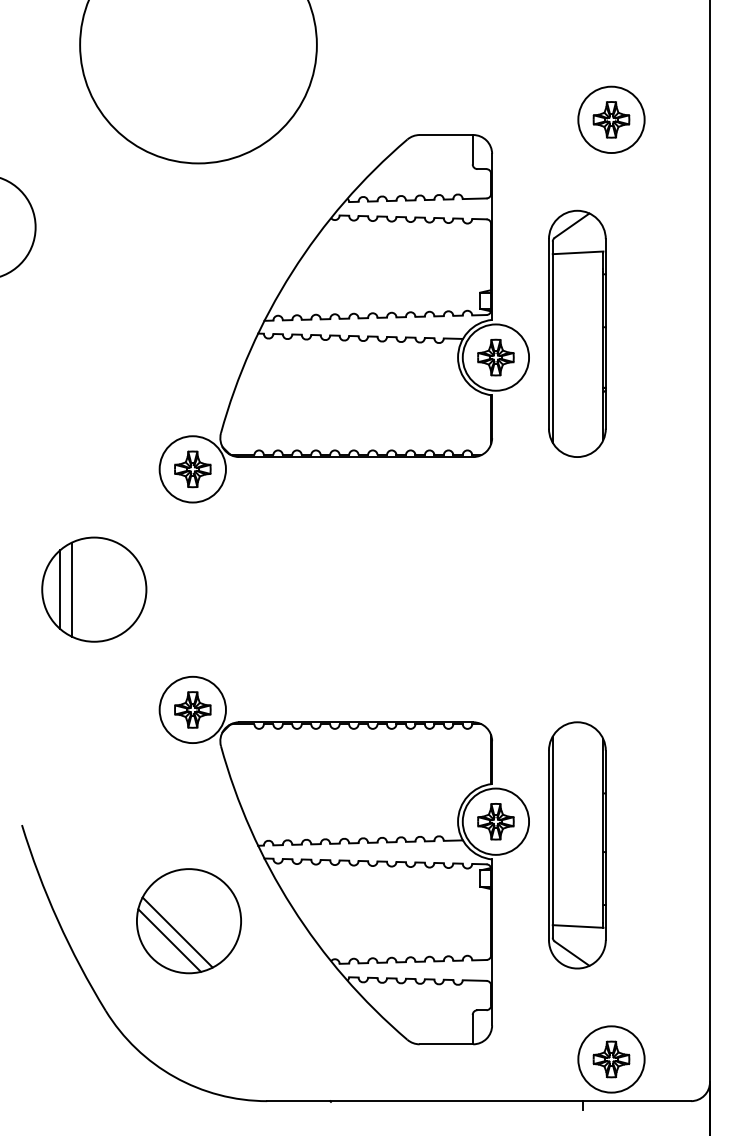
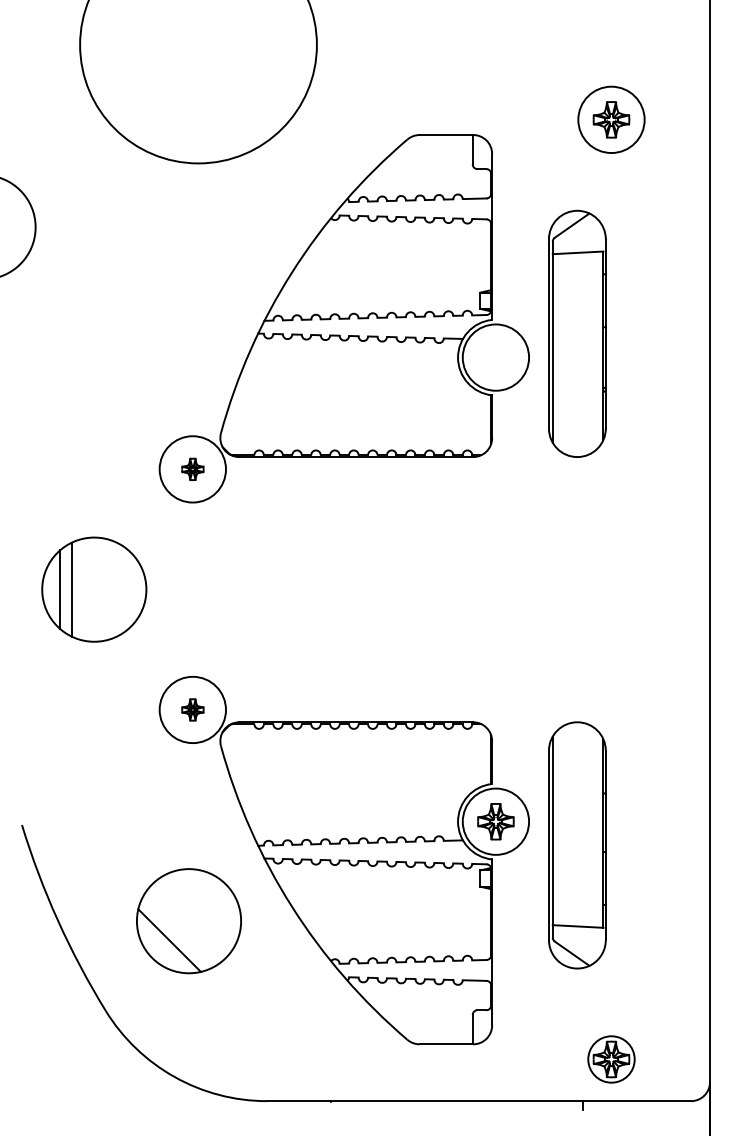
part at (495, 357): present -> none
part at (192, 469) size: 38x39 px -> 24x24 px
part at (192, 709) size: 38x38 px -> 24x24 px
line at (177, 932): present -> none
circle at (611, 1059) diameter: 66 px -> 46 px
